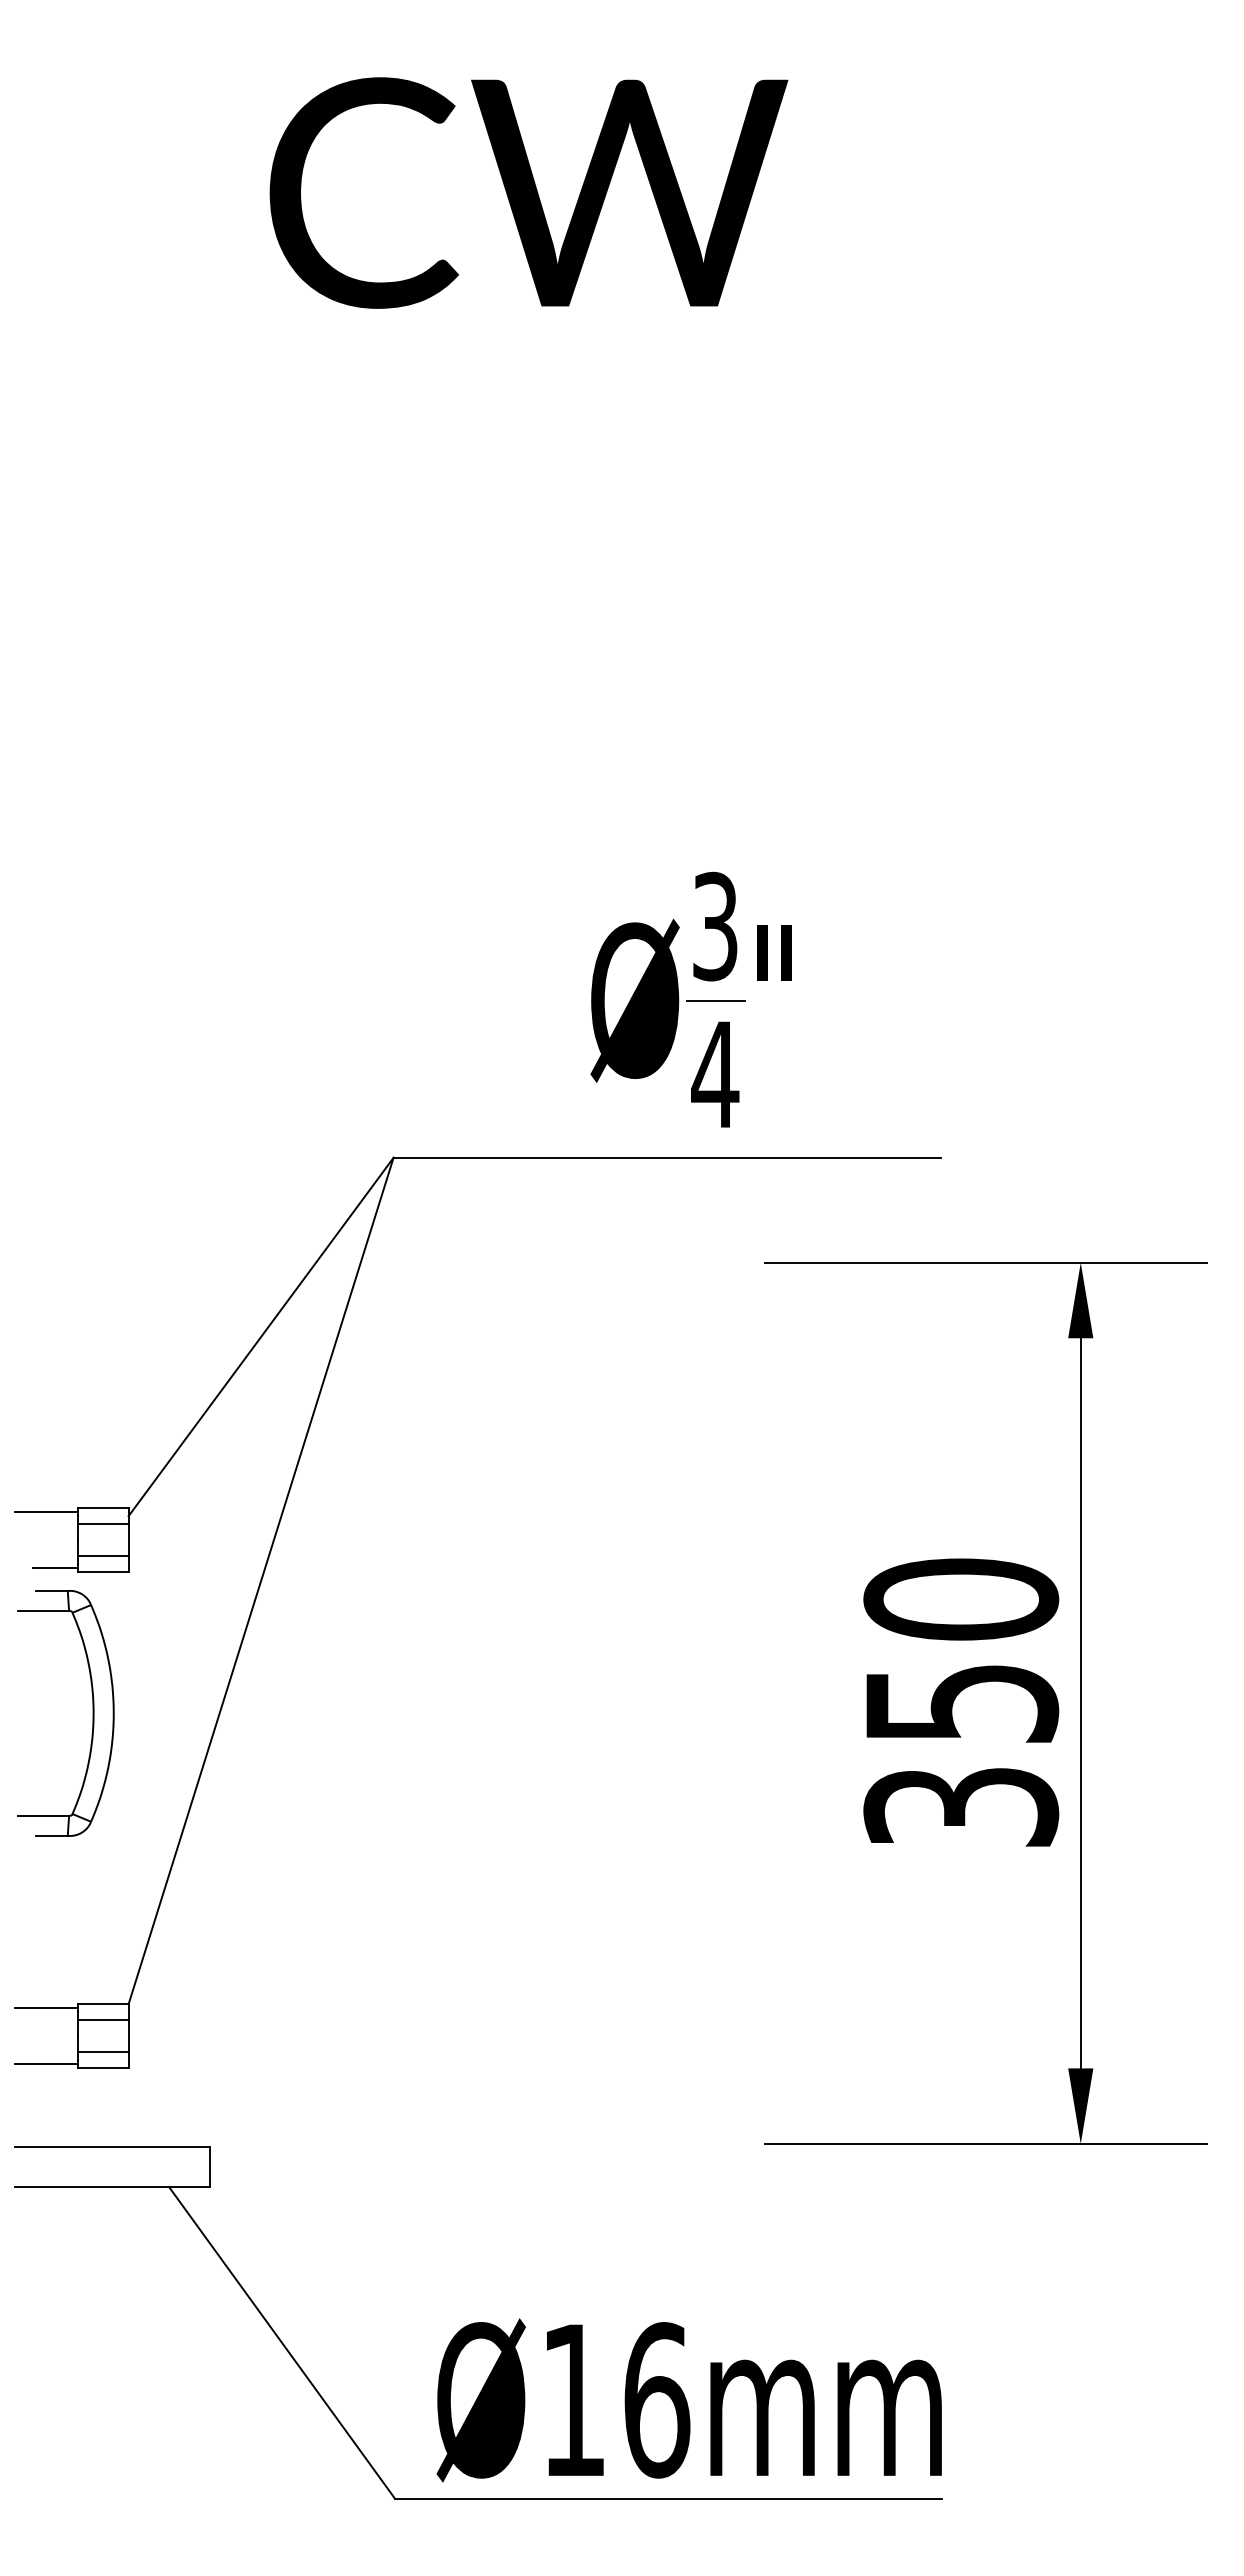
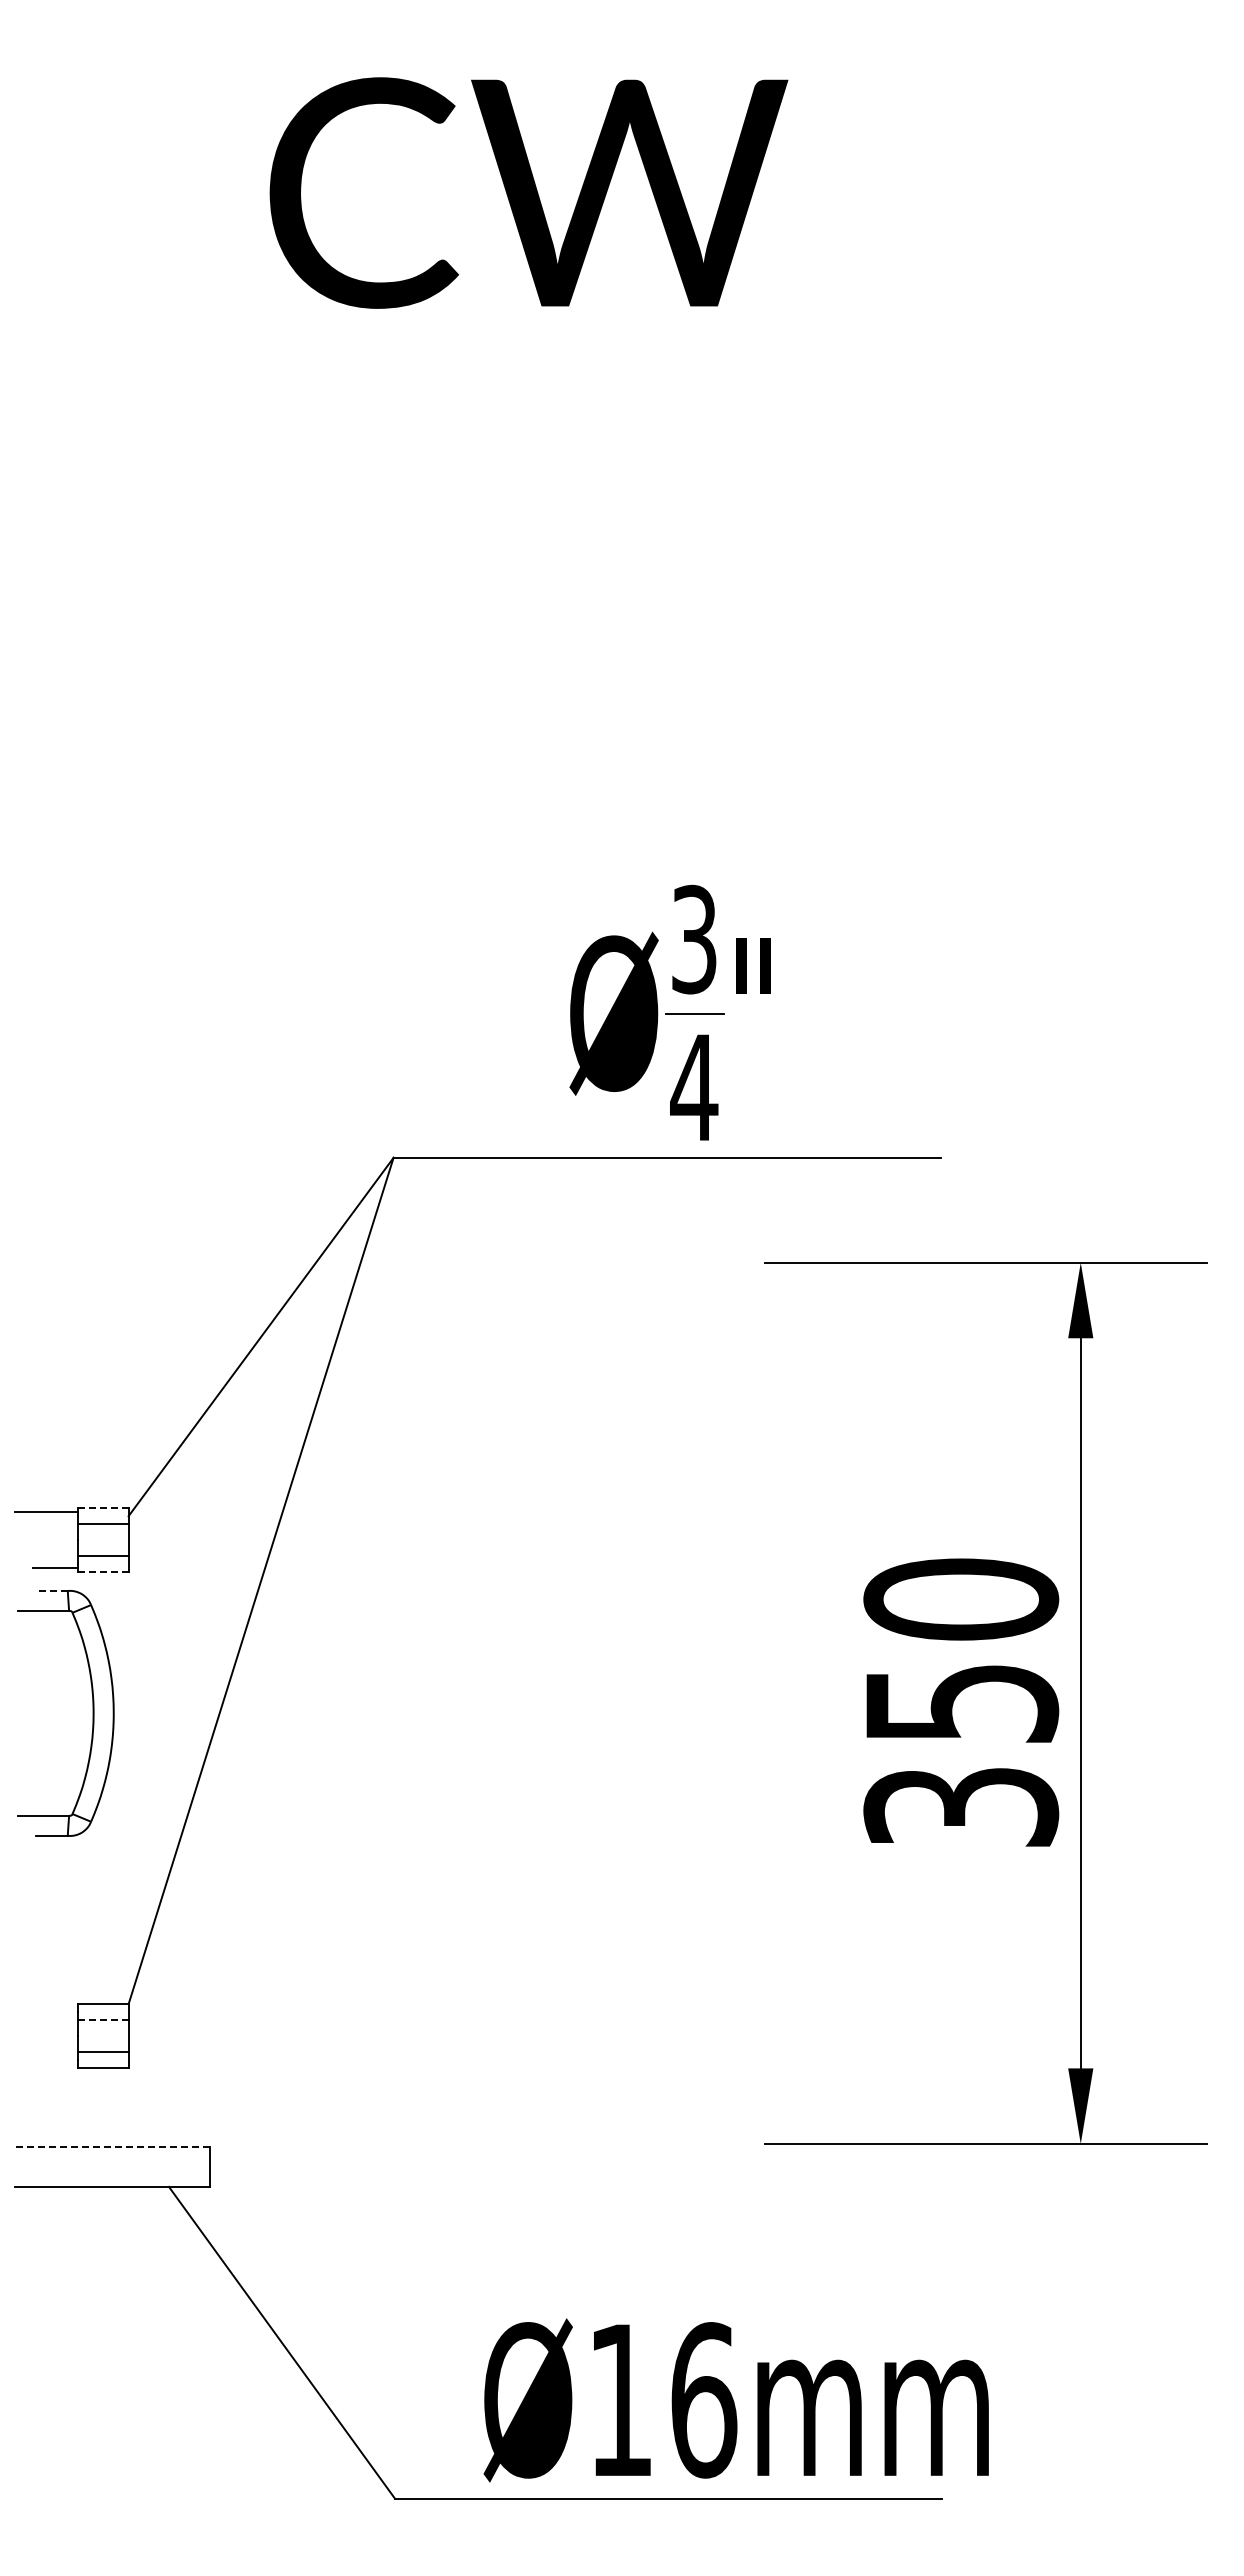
part at (690, 999) position: (690, 999) -> (669, 1012)
line at (103, 1508): solid -> dashed
line at (103, 1572): solid -> dashed
line at (51, 1590): solid -> dashed
line at (46, 2008): present -> none
line at (103, 2020): solid -> dashed
line at (46, 2063): present -> none
line at (112, 2146): solid -> dashed
text at (688, 2400) position: (688, 2400) -> (735, 2400)
